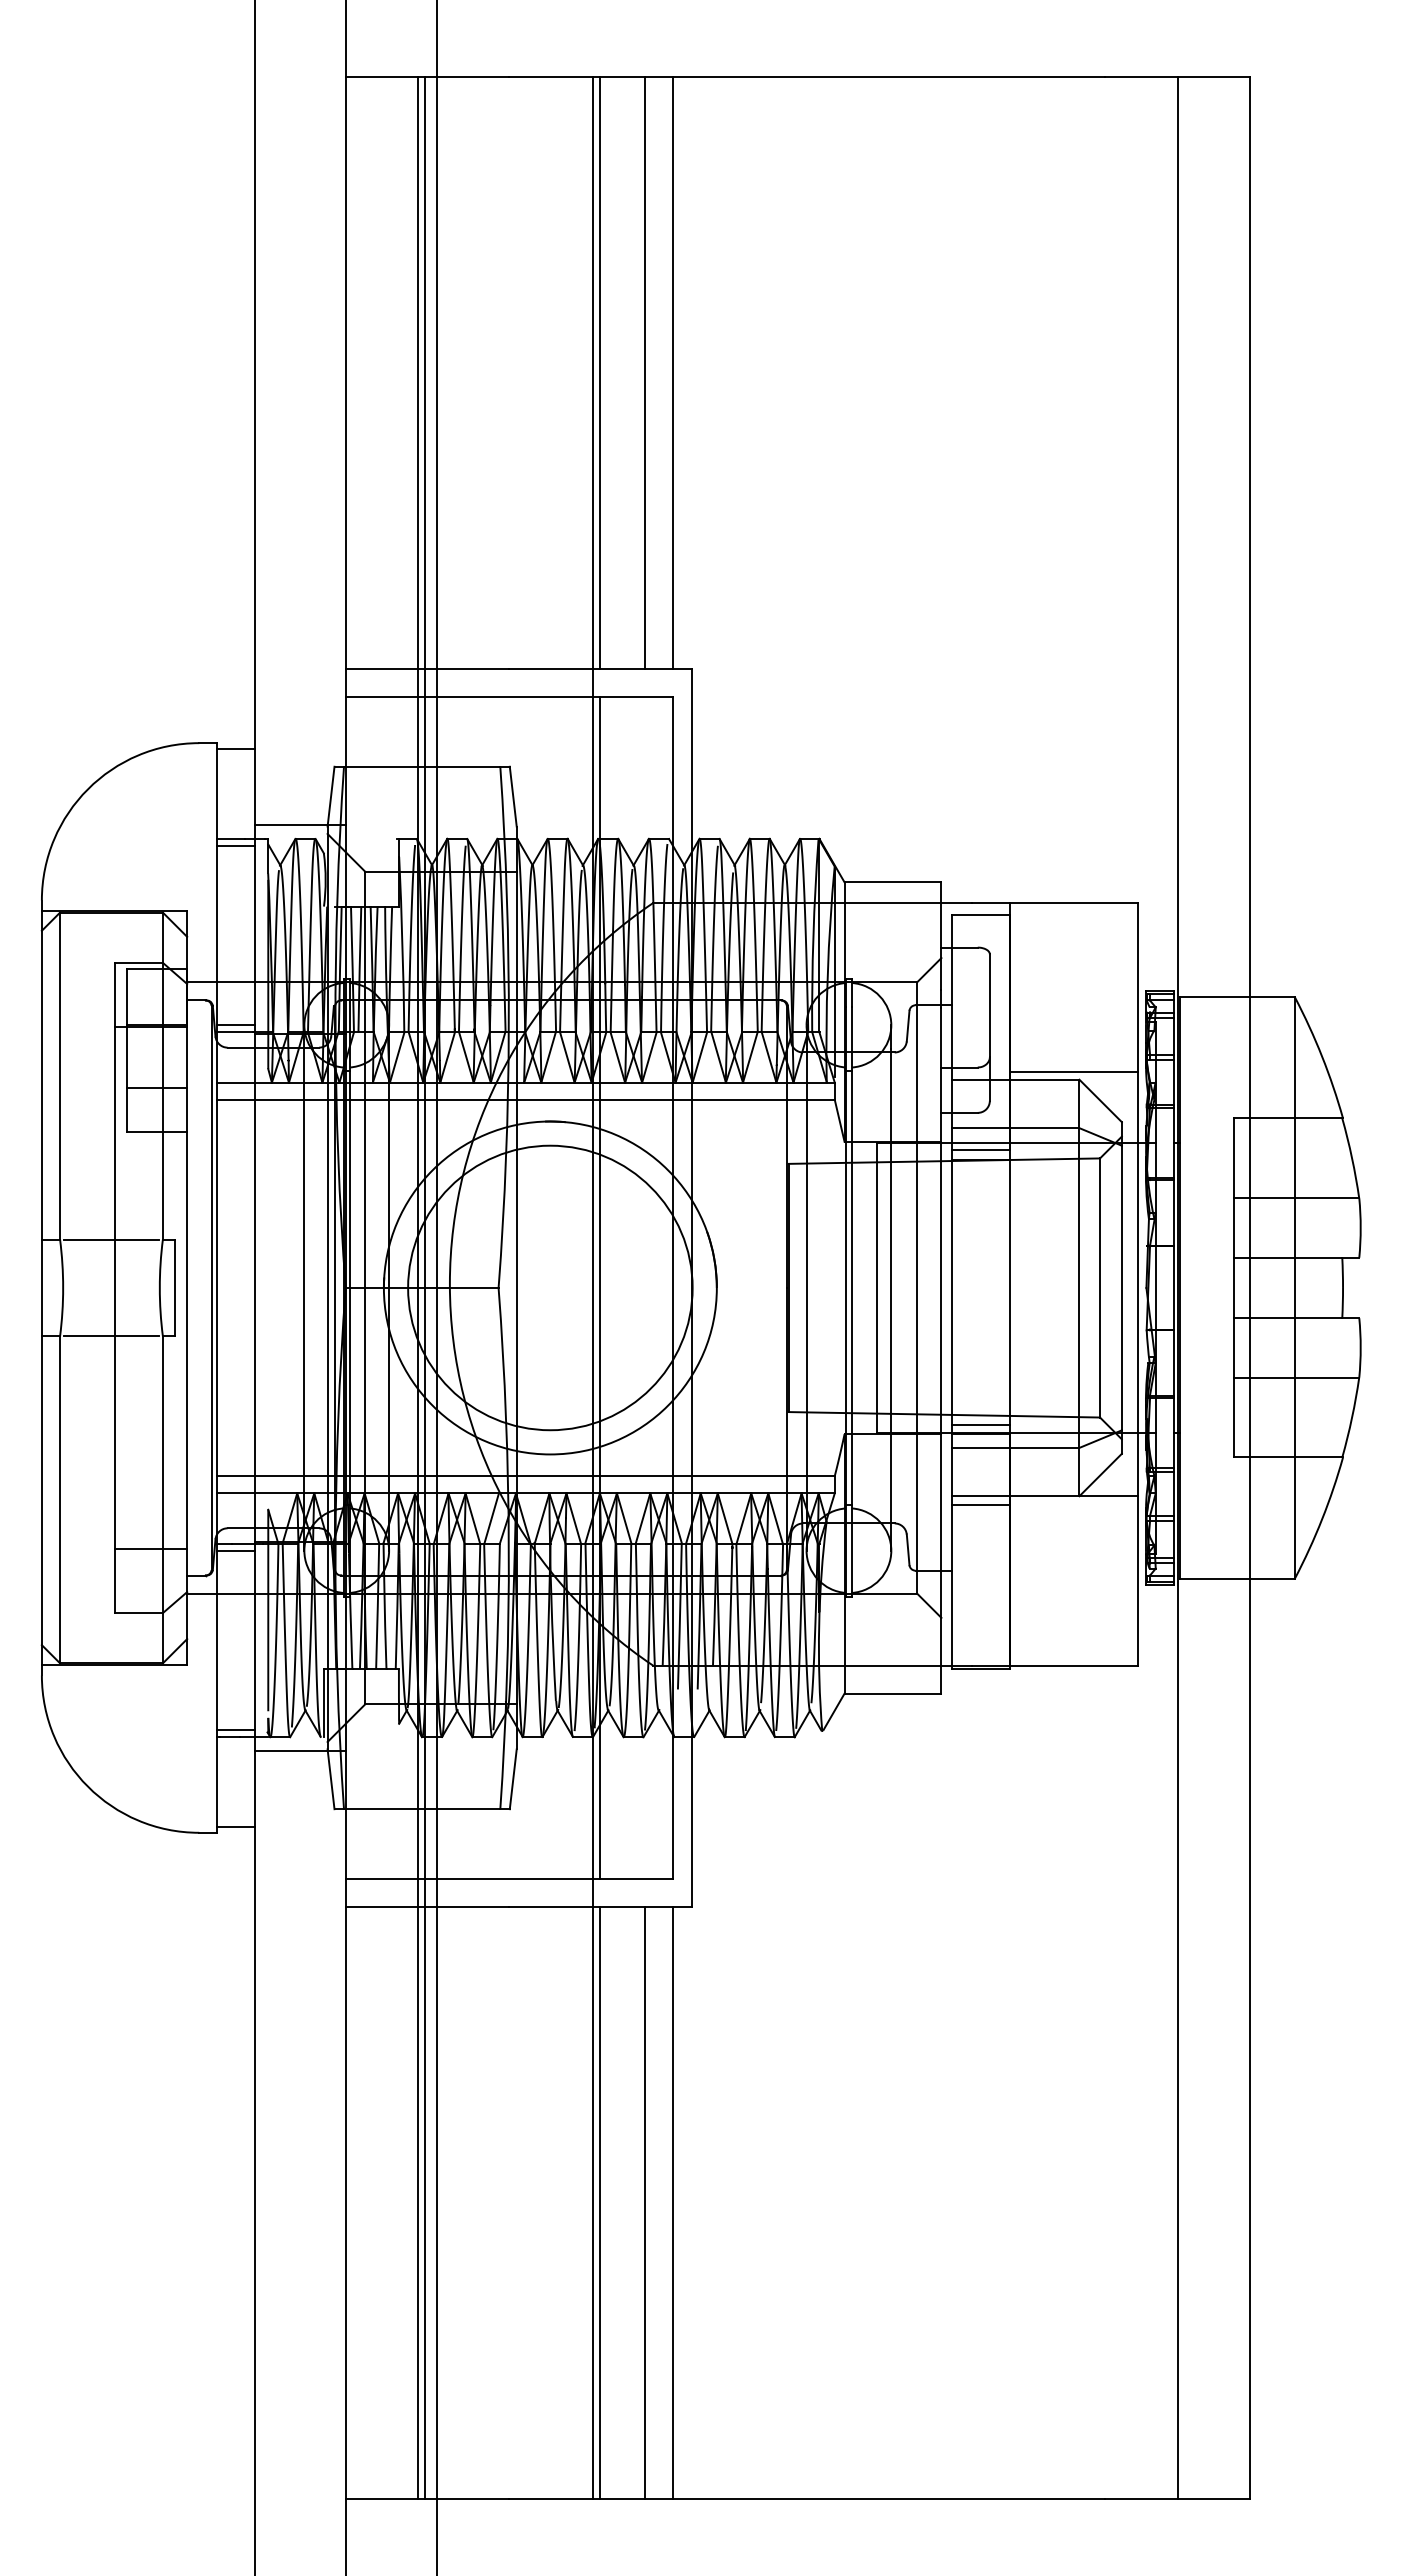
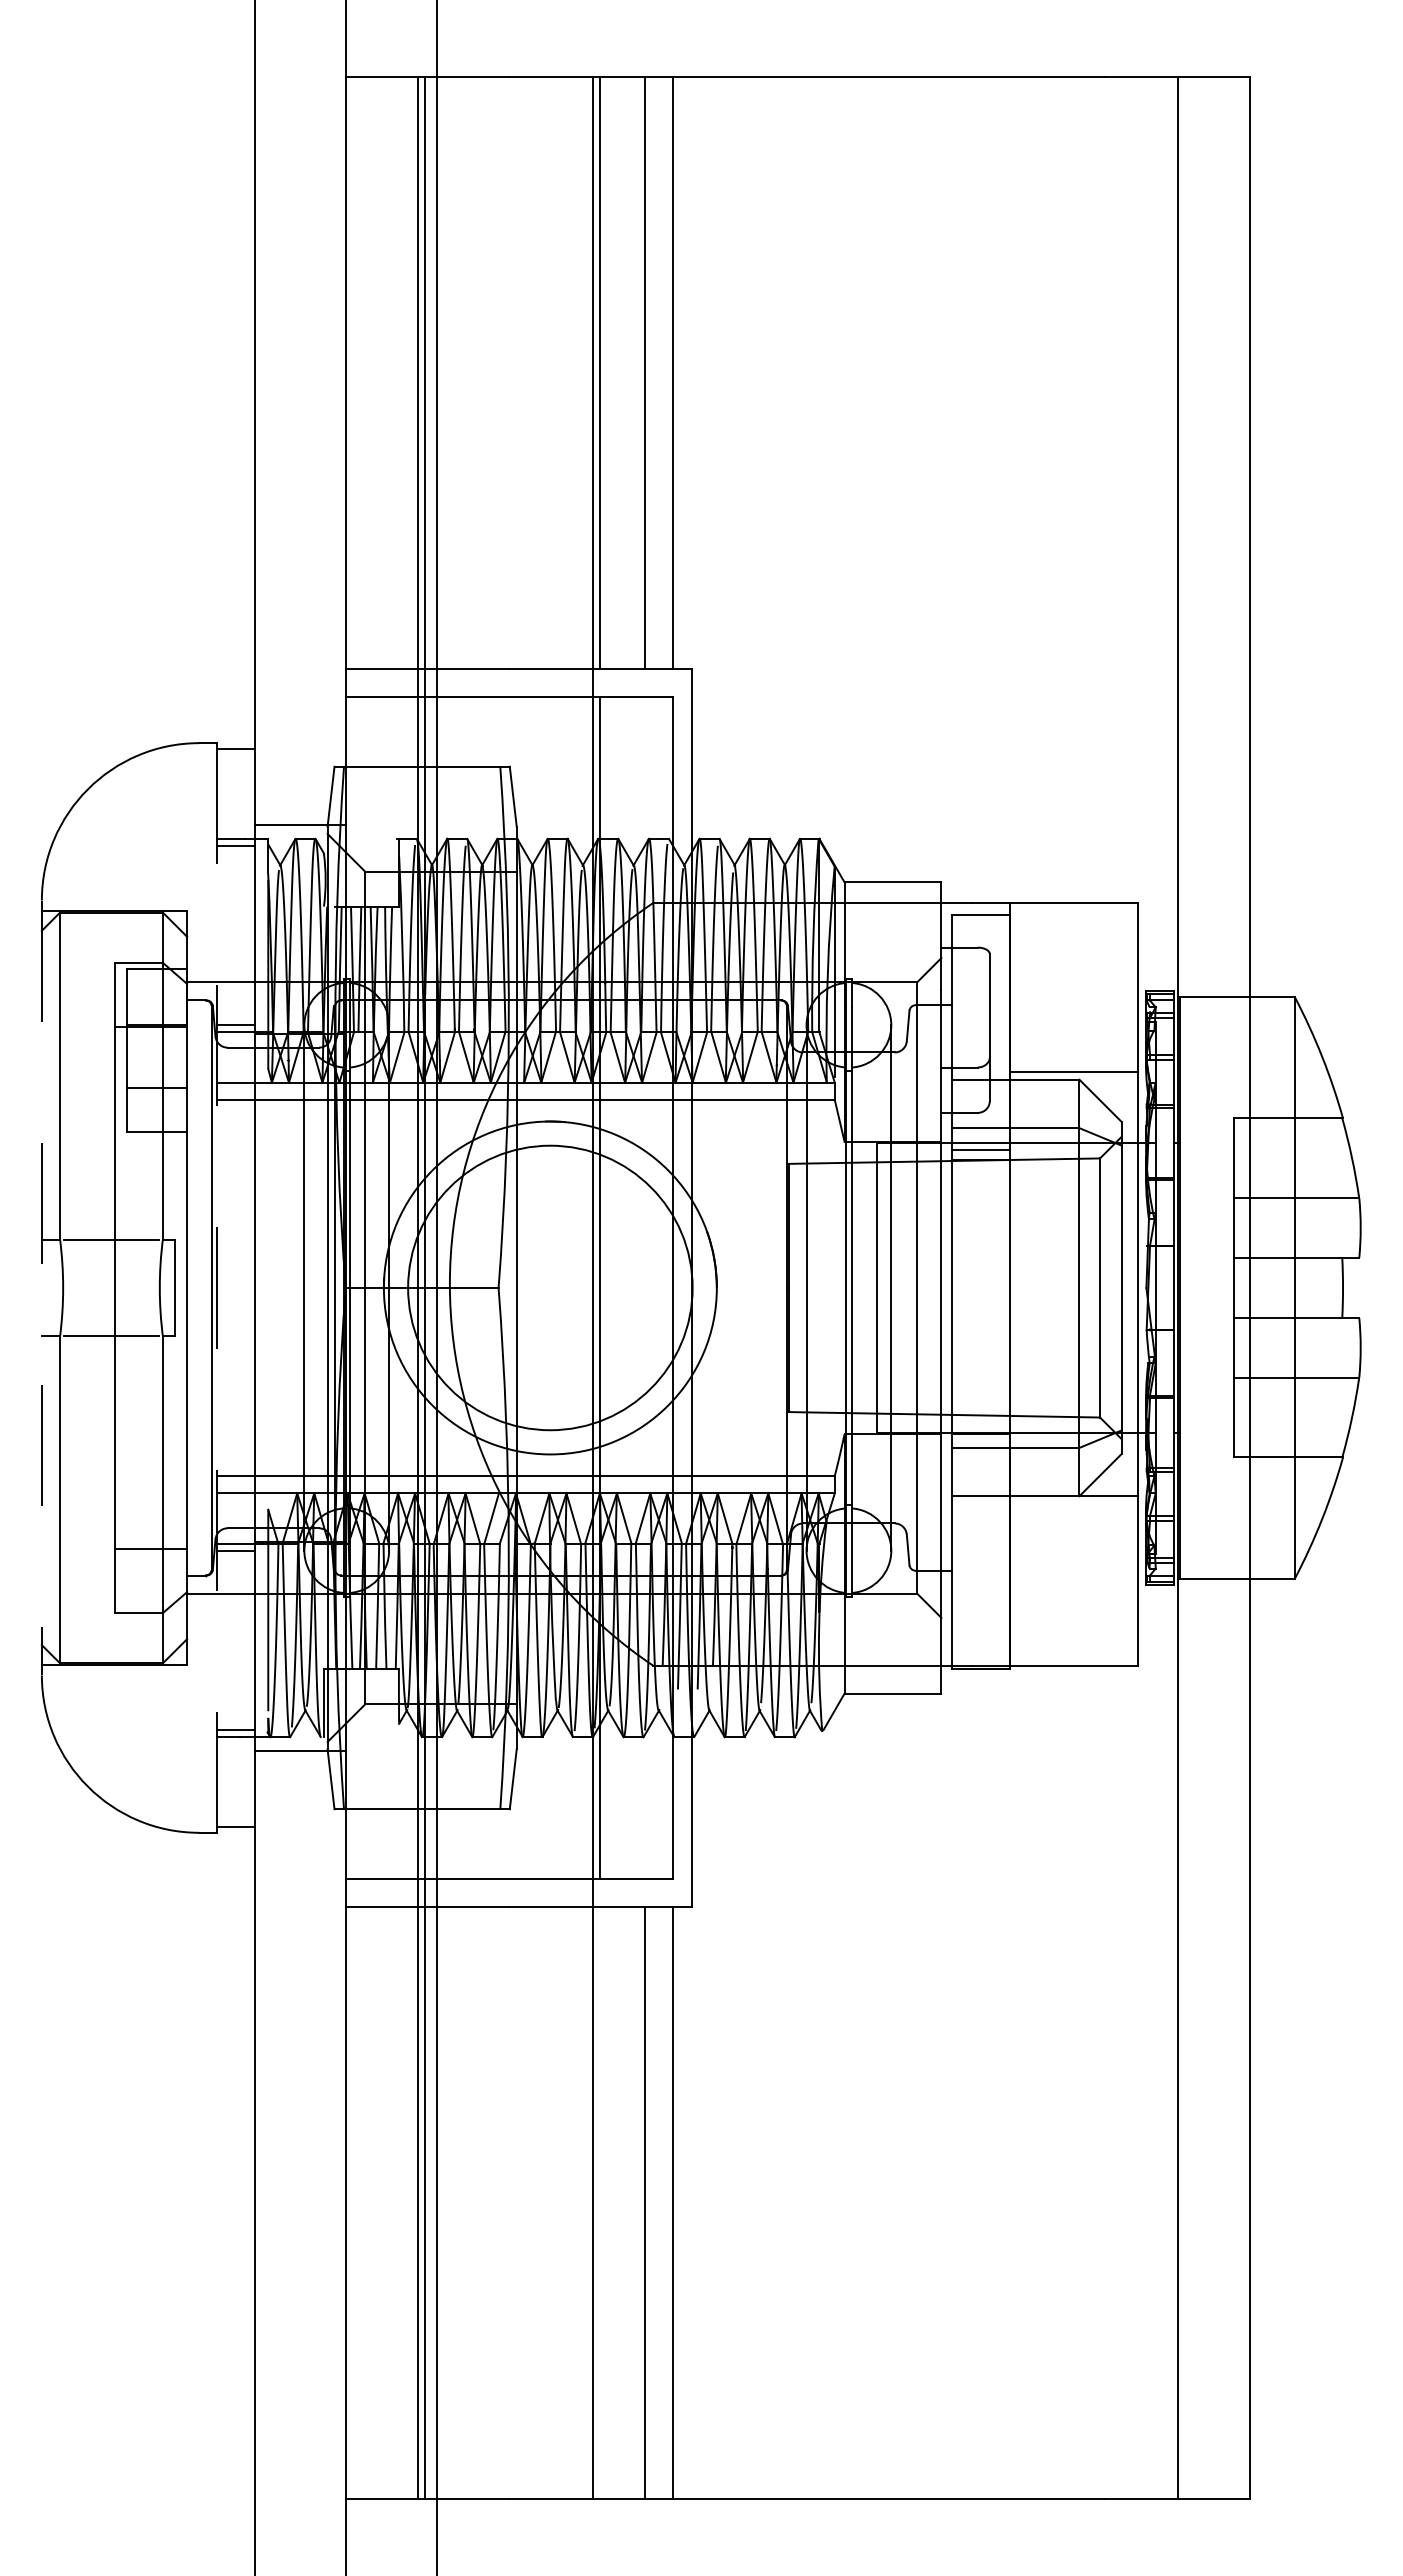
line at (217, 1287): solid -> dashed
line at (41, 1288): solid -> dashed
line at (981, 1425): present -> none
line at (981, 1504): present -> none
line at (600, 2202): present -> none
